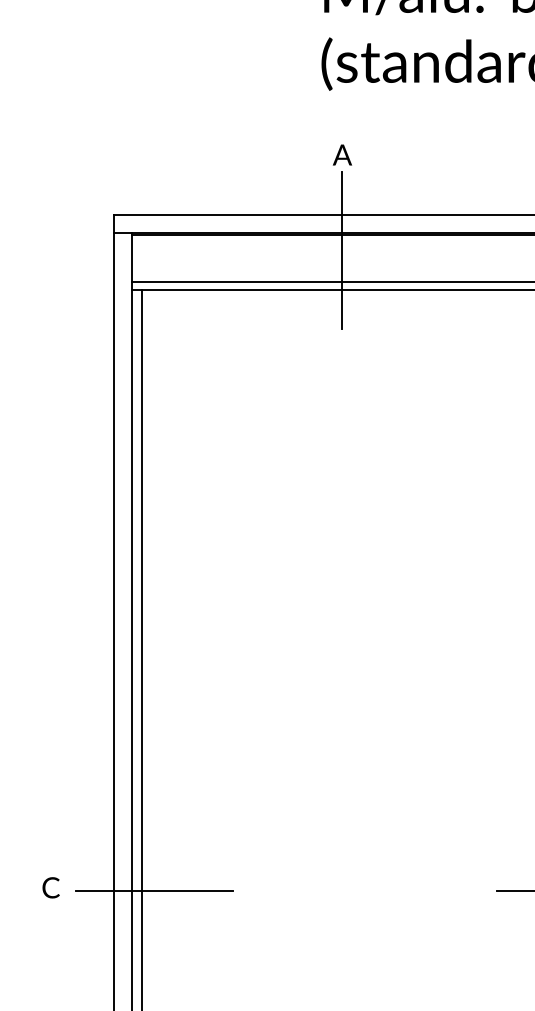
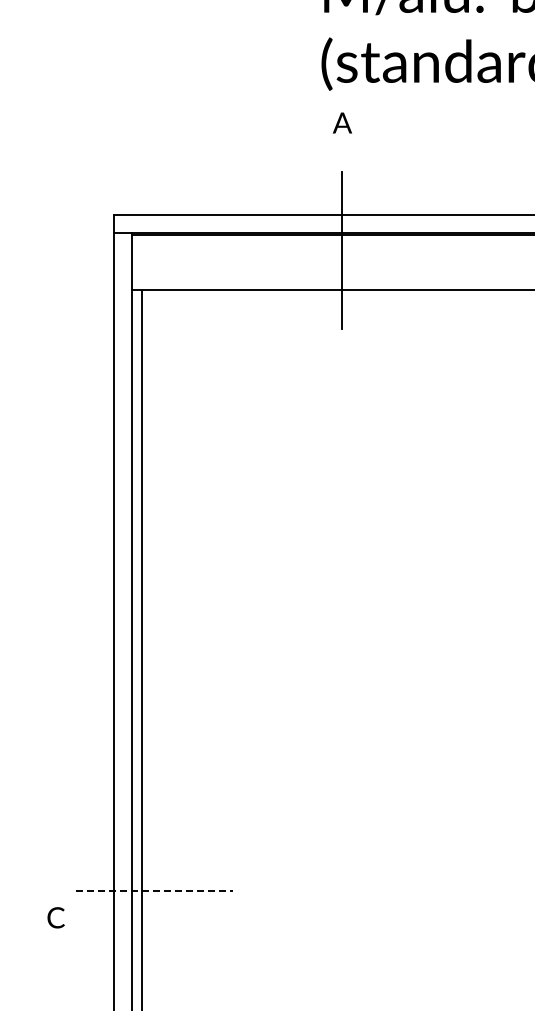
text at (341, 154) position: (341, 154) -> (341, 122)
line at (331, 281): present -> none
text at (50, 887) position: (50, 887) -> (55, 917)
line at (154, 891): solid -> dashed
line at (513, 891): present -> none
